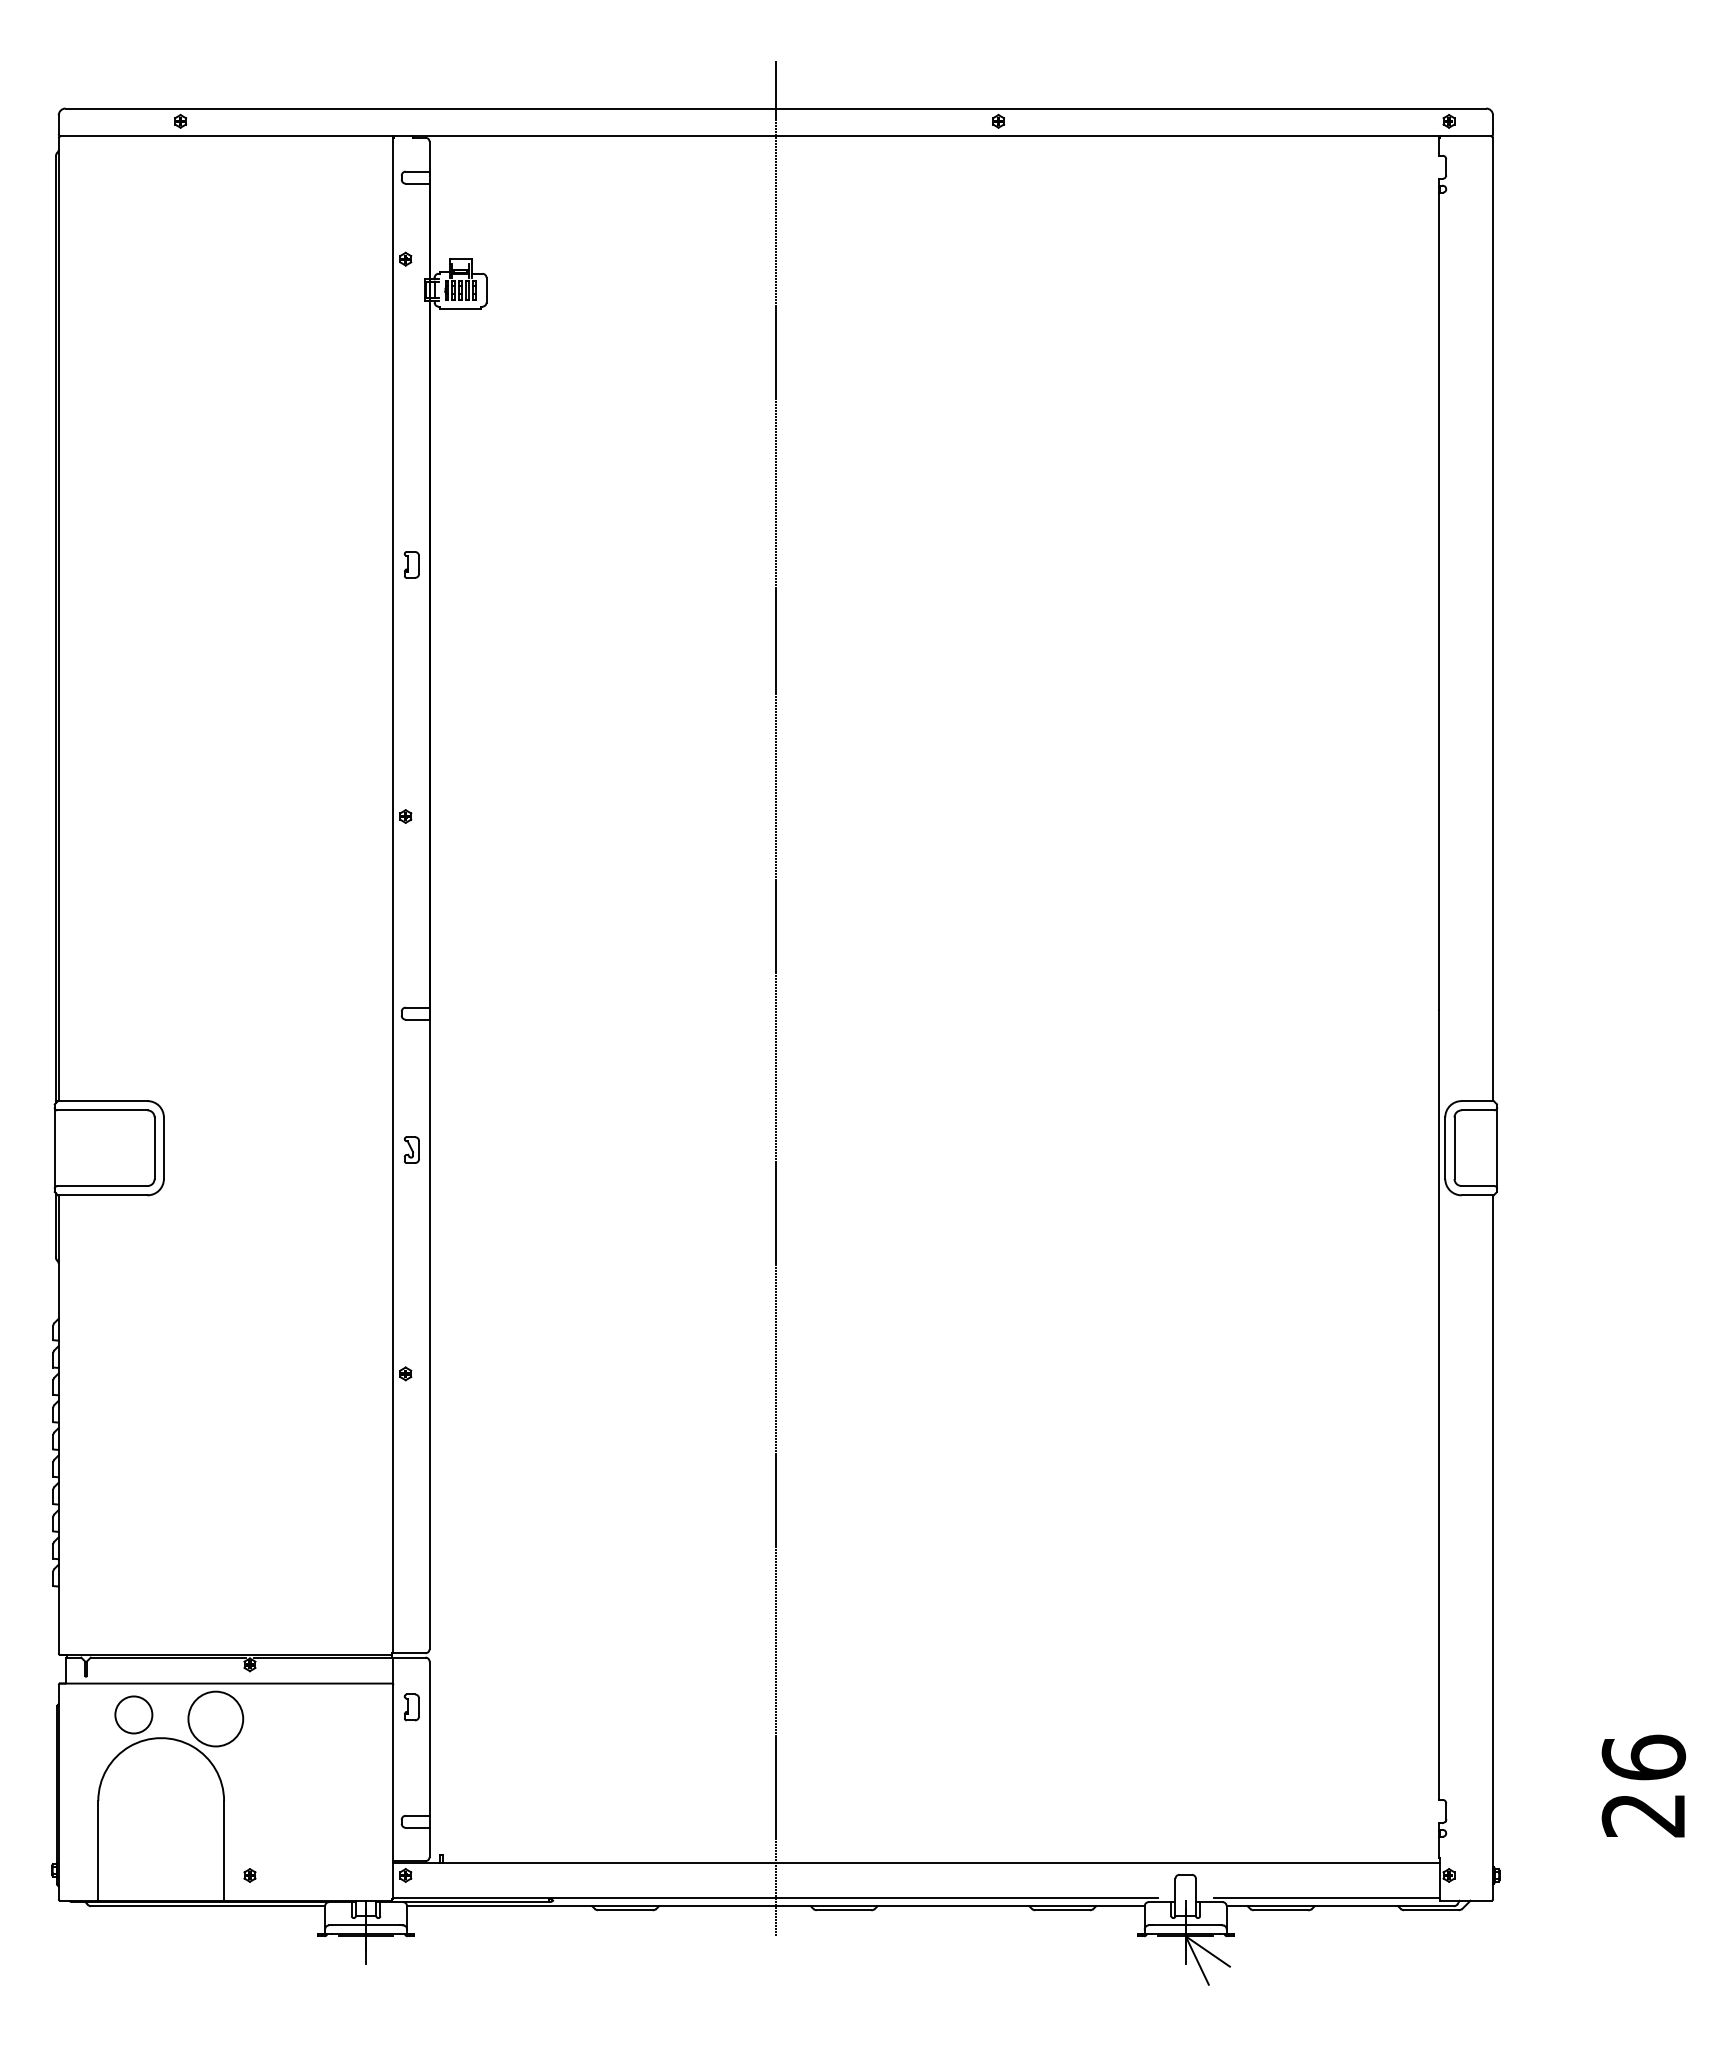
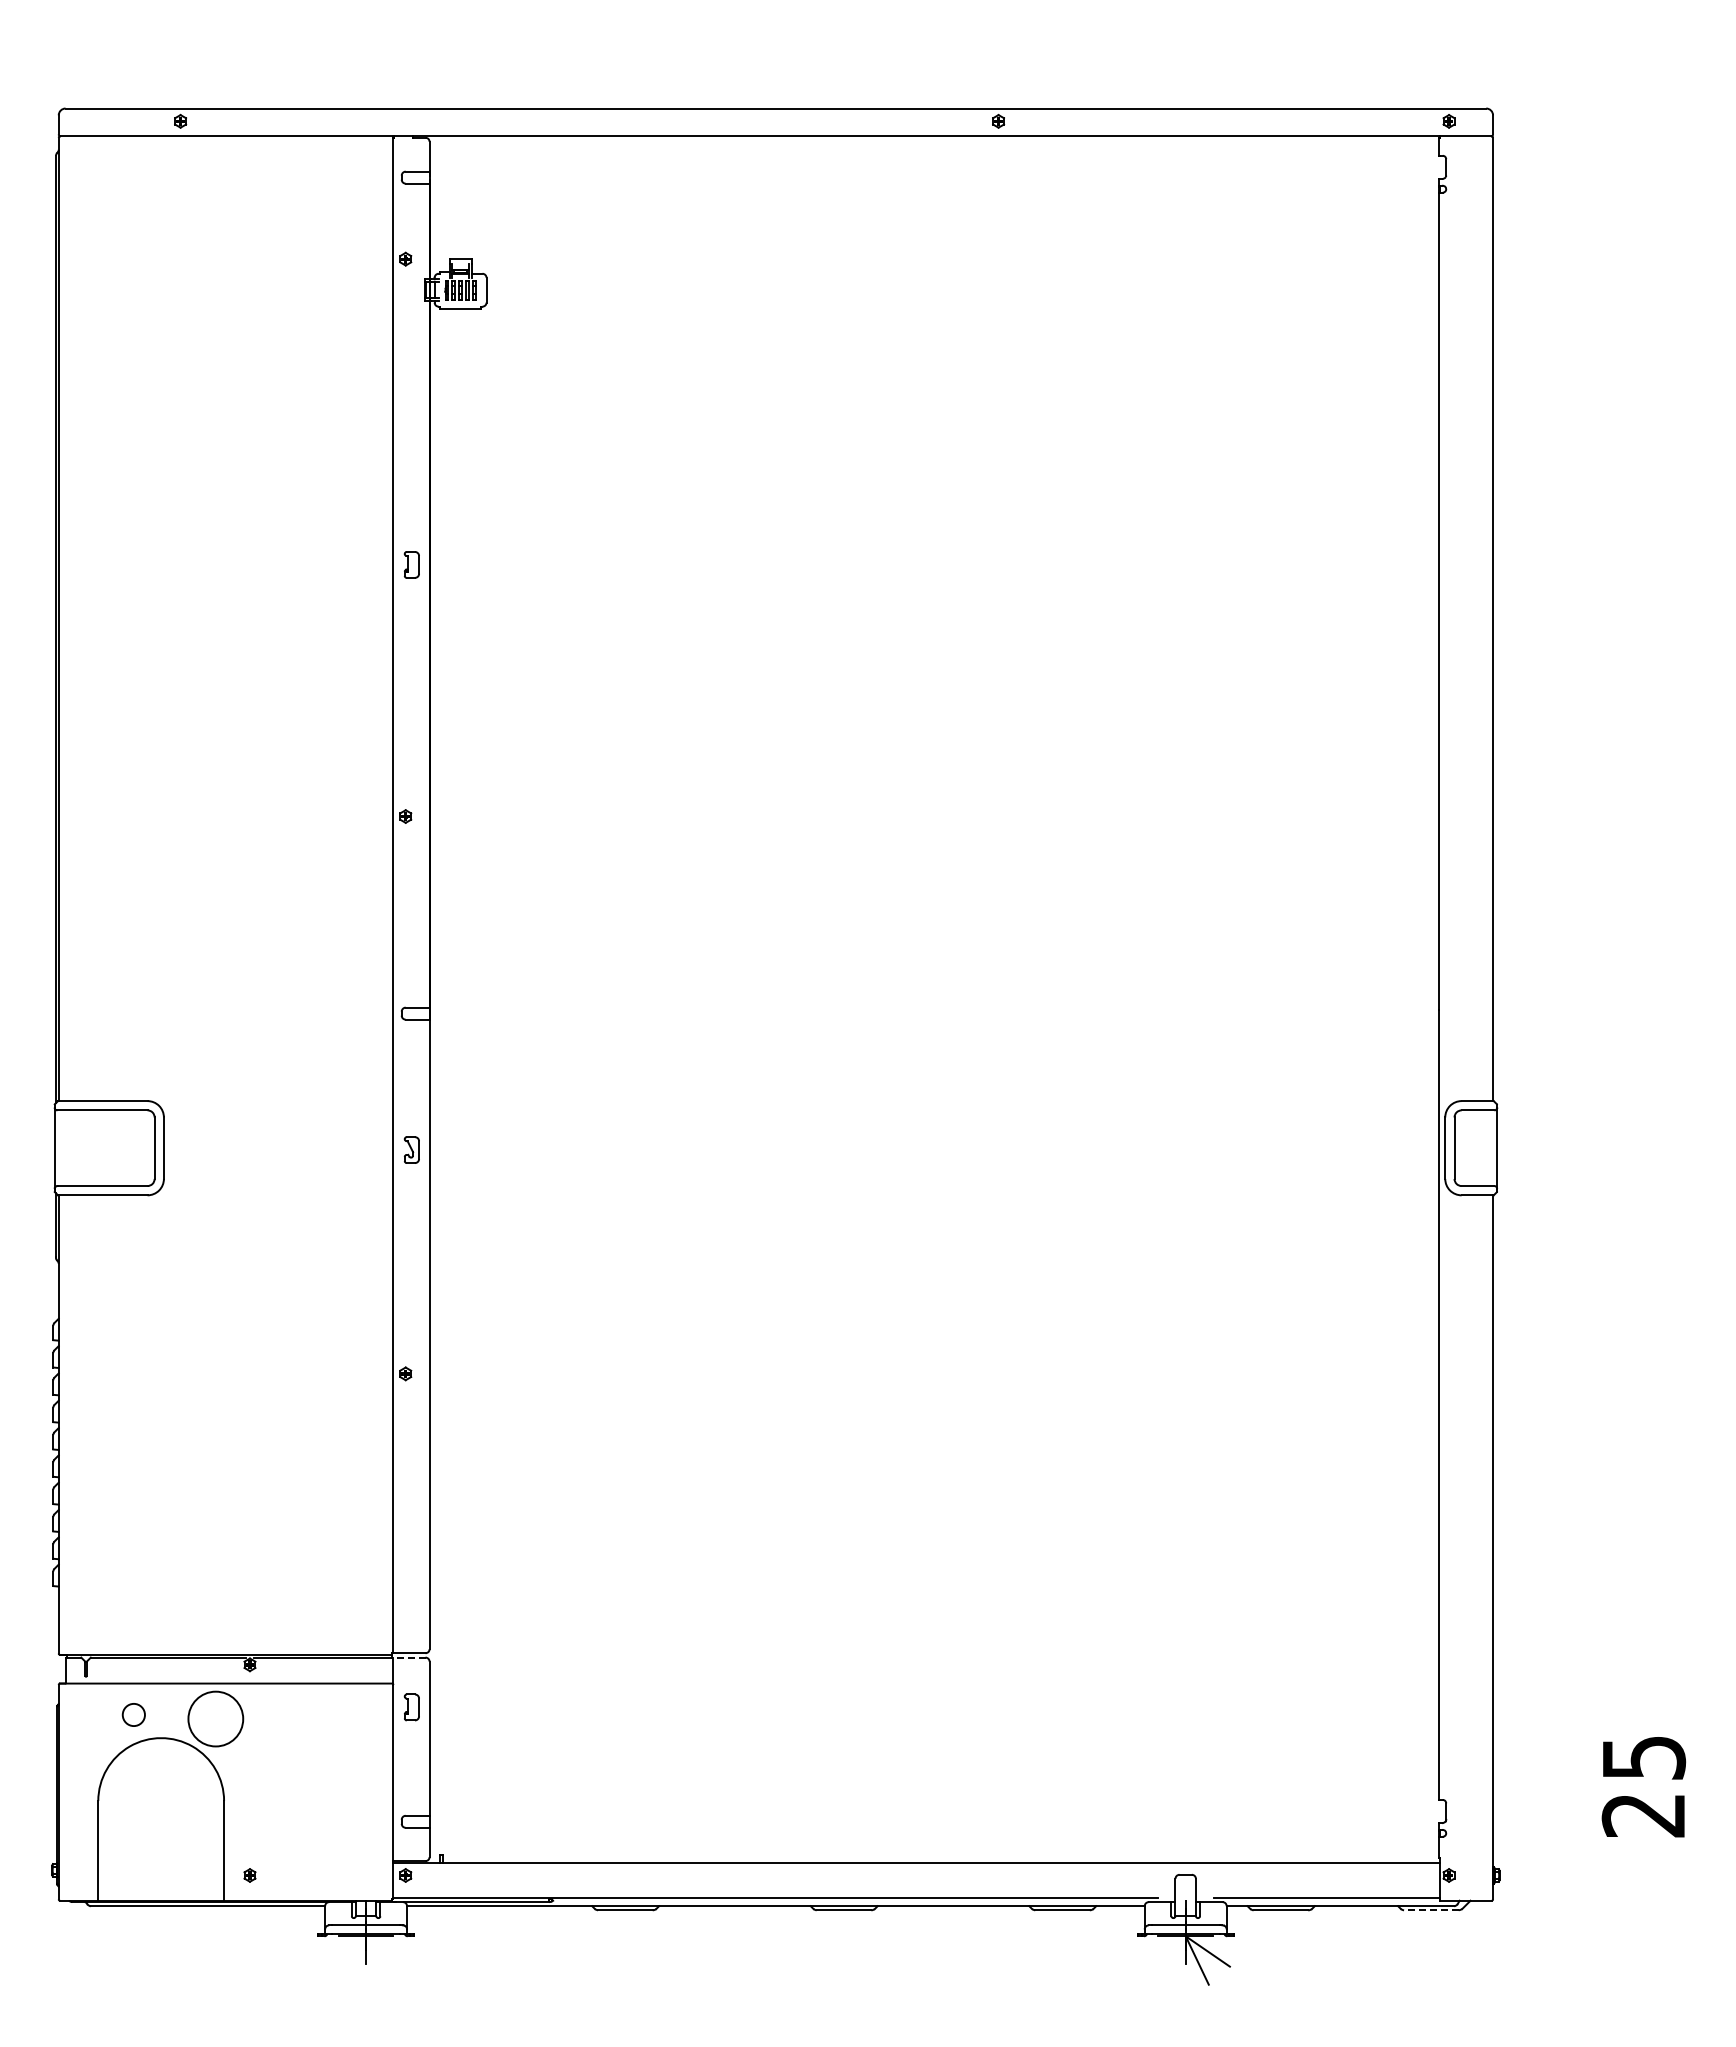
line at (775, 998): present -> none
line at (408, 1657): solid -> dashed
circle at (133, 1714) diameter: 37 px -> 22 px
text at (1643, 1757): 26 -> 25
line at (1430, 1910): solid -> dashed
